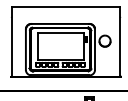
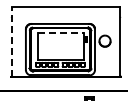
line at (61, 32): solid -> dashed
line at (11, 42): solid -> dashed
